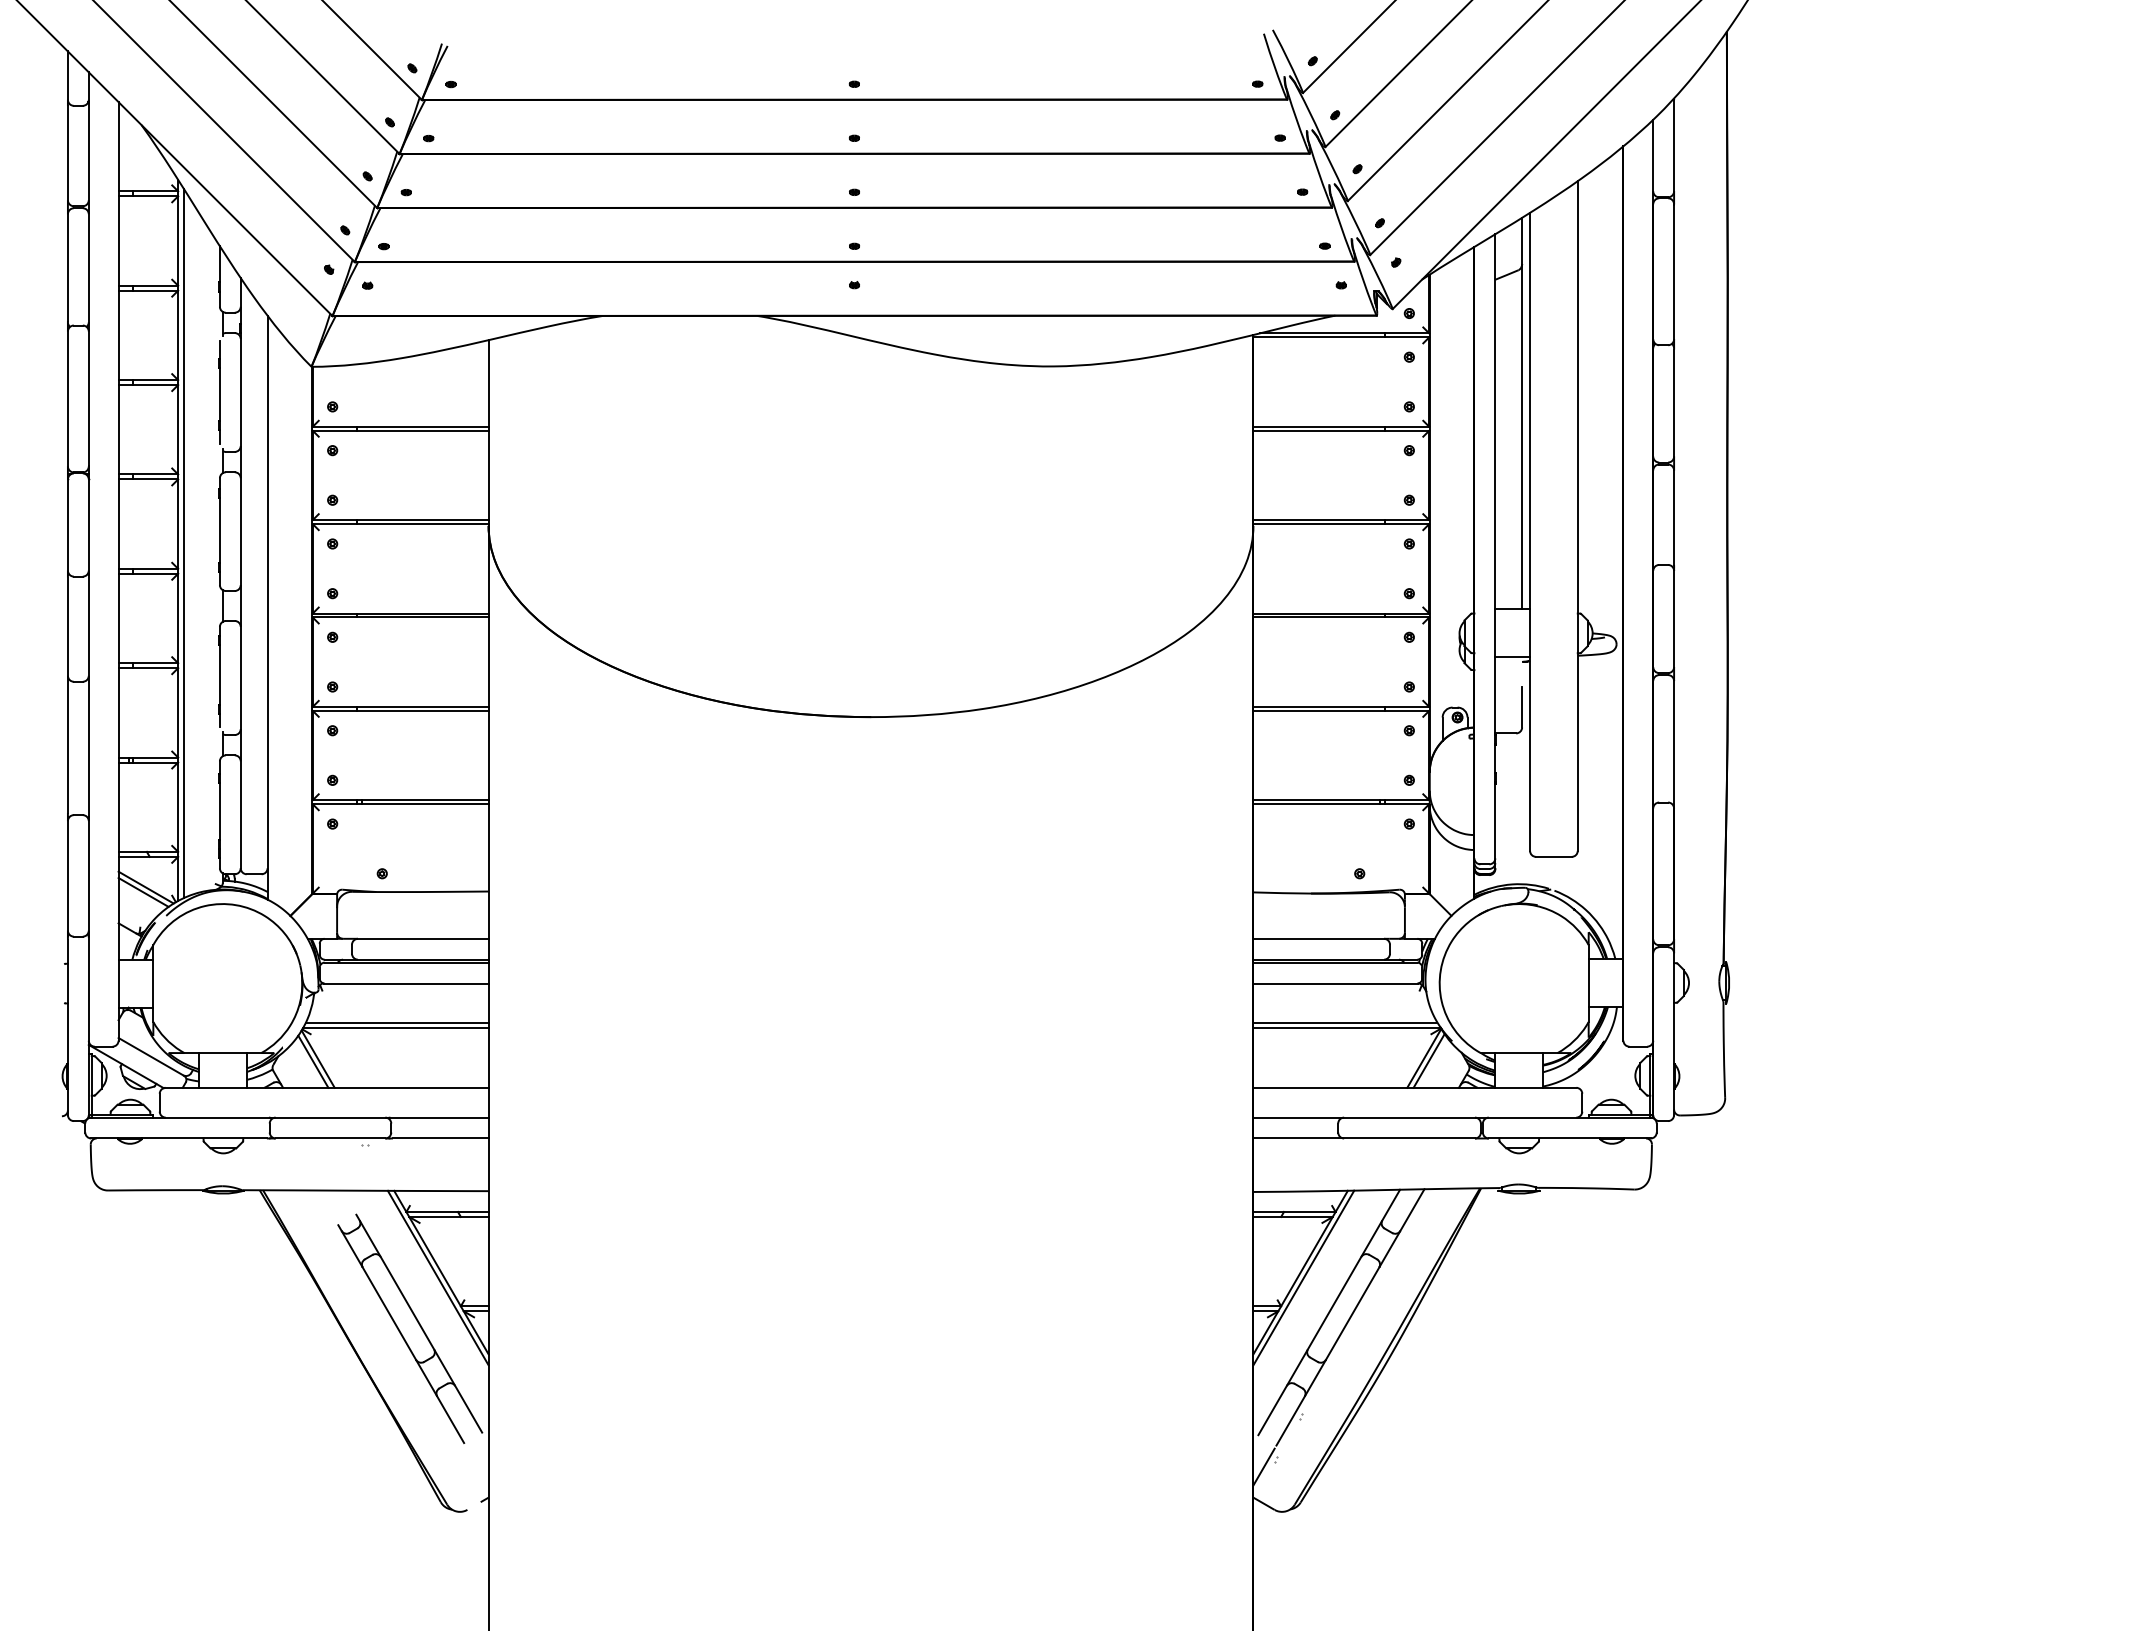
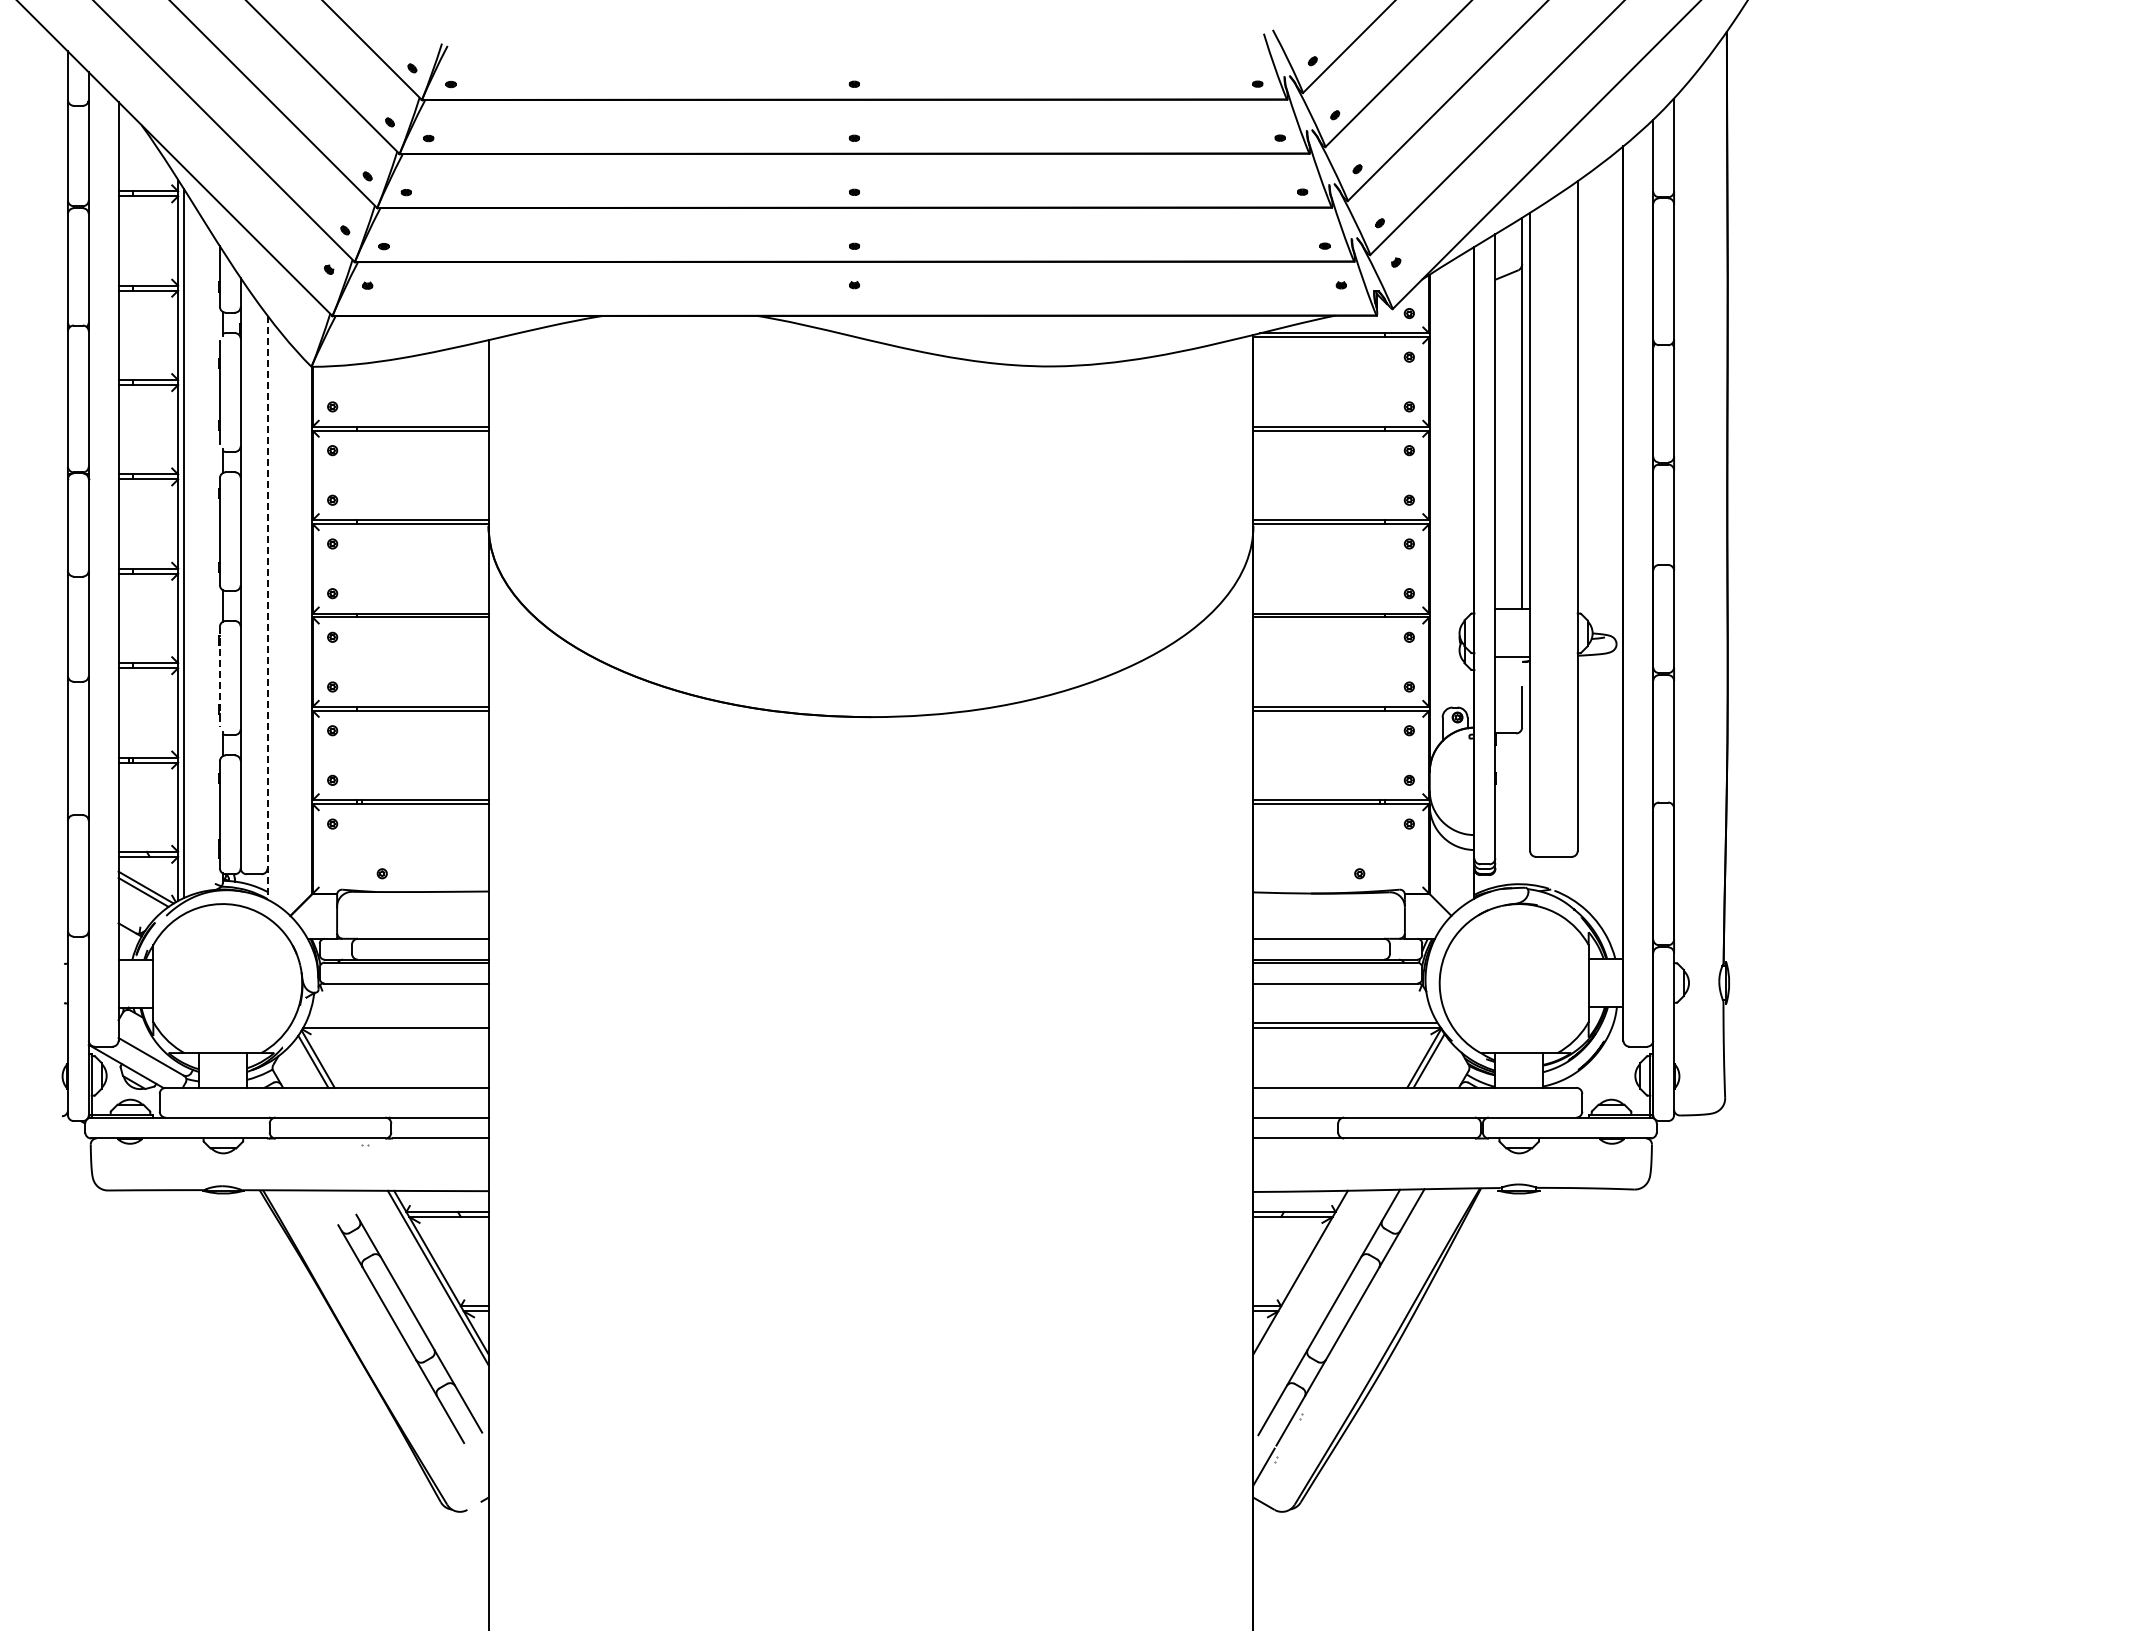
line at (267, 607): solid -> dashed
line at (219, 677): solid -> dashed
line at (396, 1022): present -> none
line at (1303, 1277): present -> none
